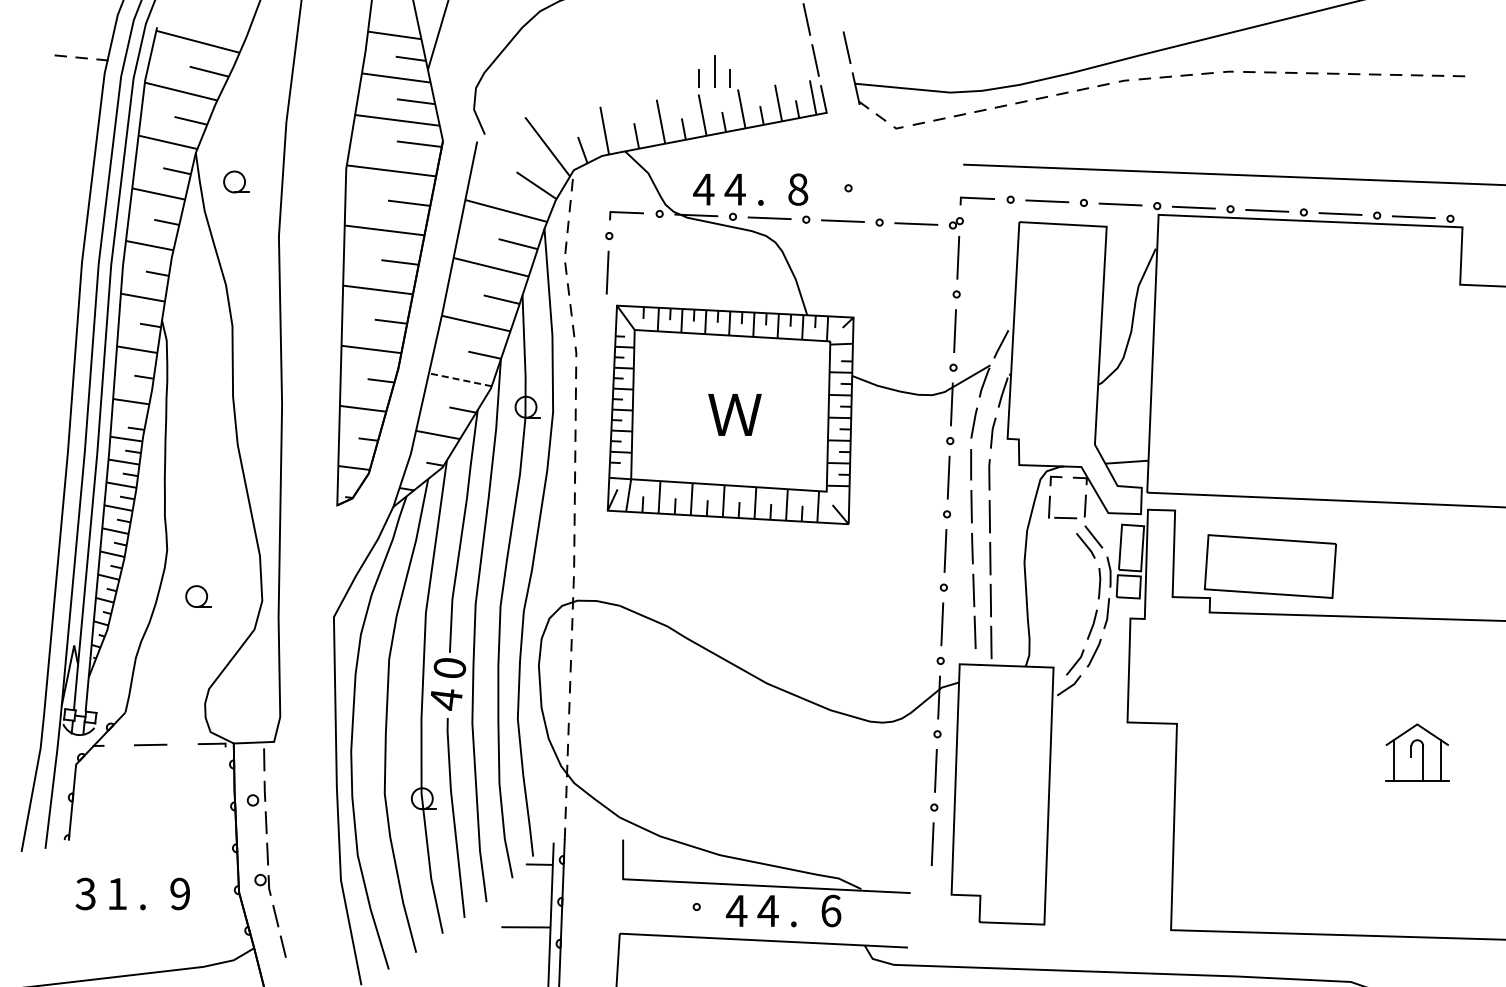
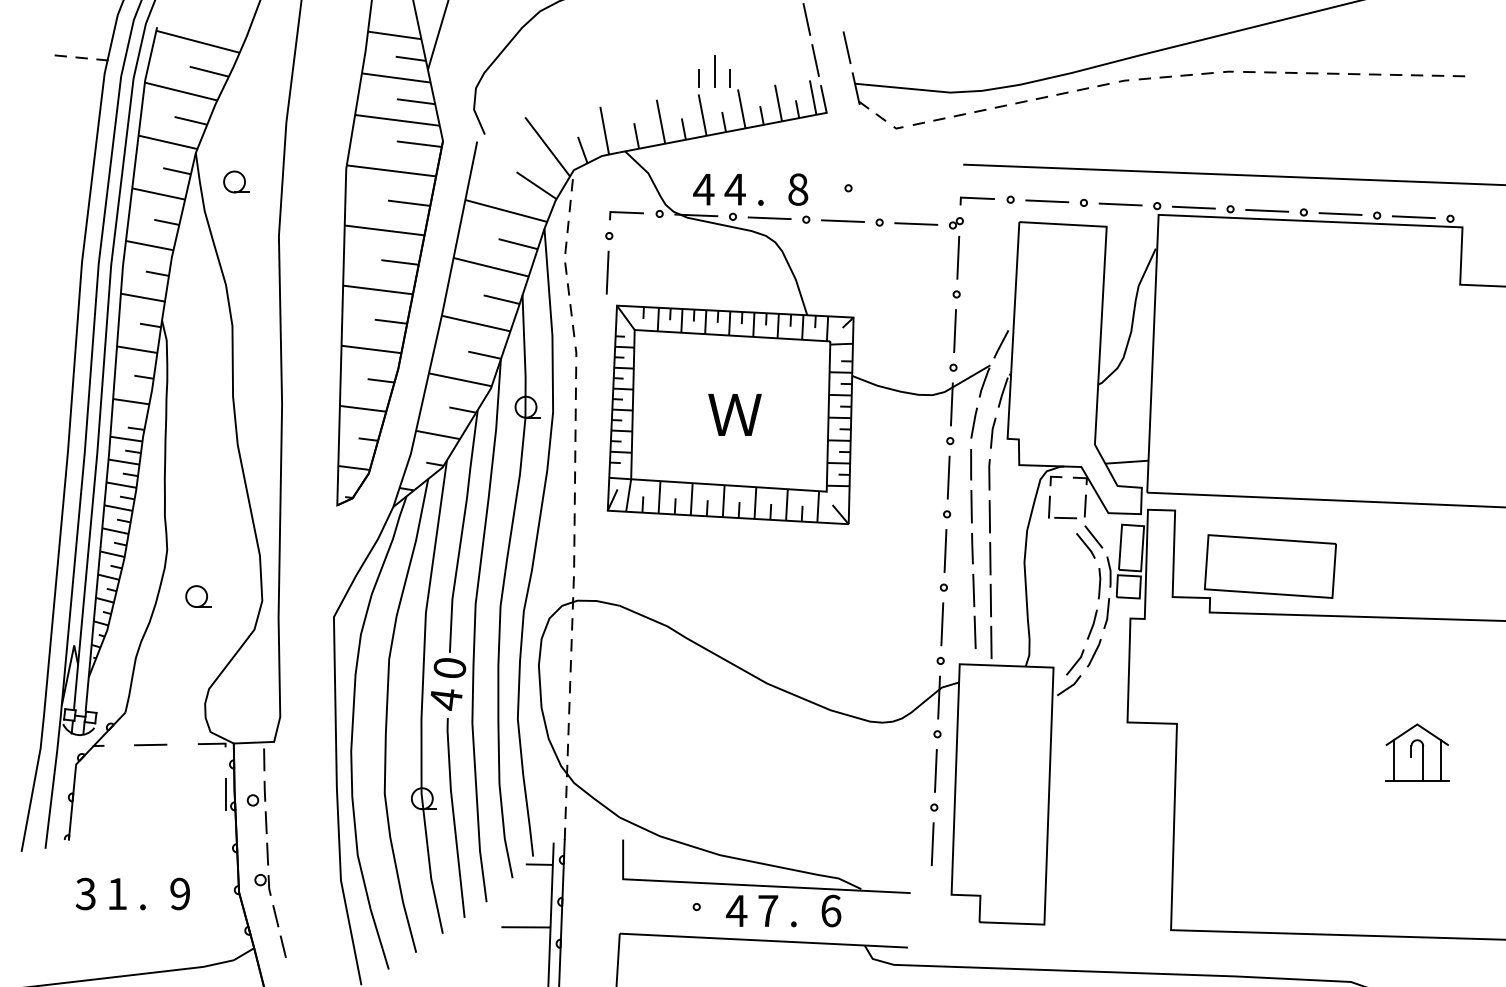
line at (459, 379): dashed -> solid
line at (225, 794): none -> present
text at (767, 910): 4 -> 7
